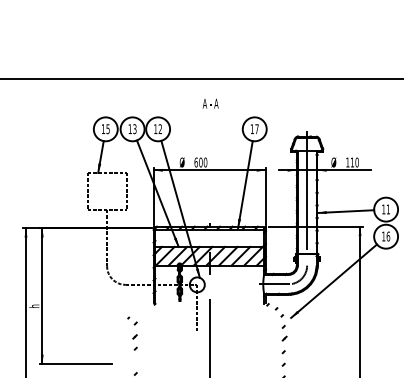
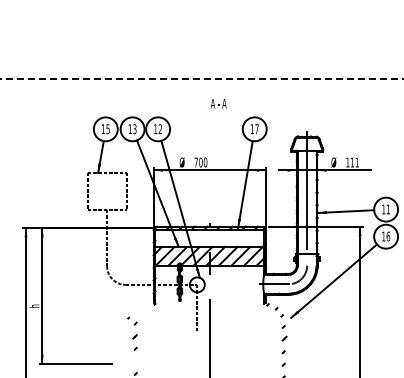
line at (201, 78): solid -> dashed
text at (210, 103) position: (210, 103) -> (218, 103)
text at (196, 162): 600 -> 700
text at (356, 162): 110 -> 111
